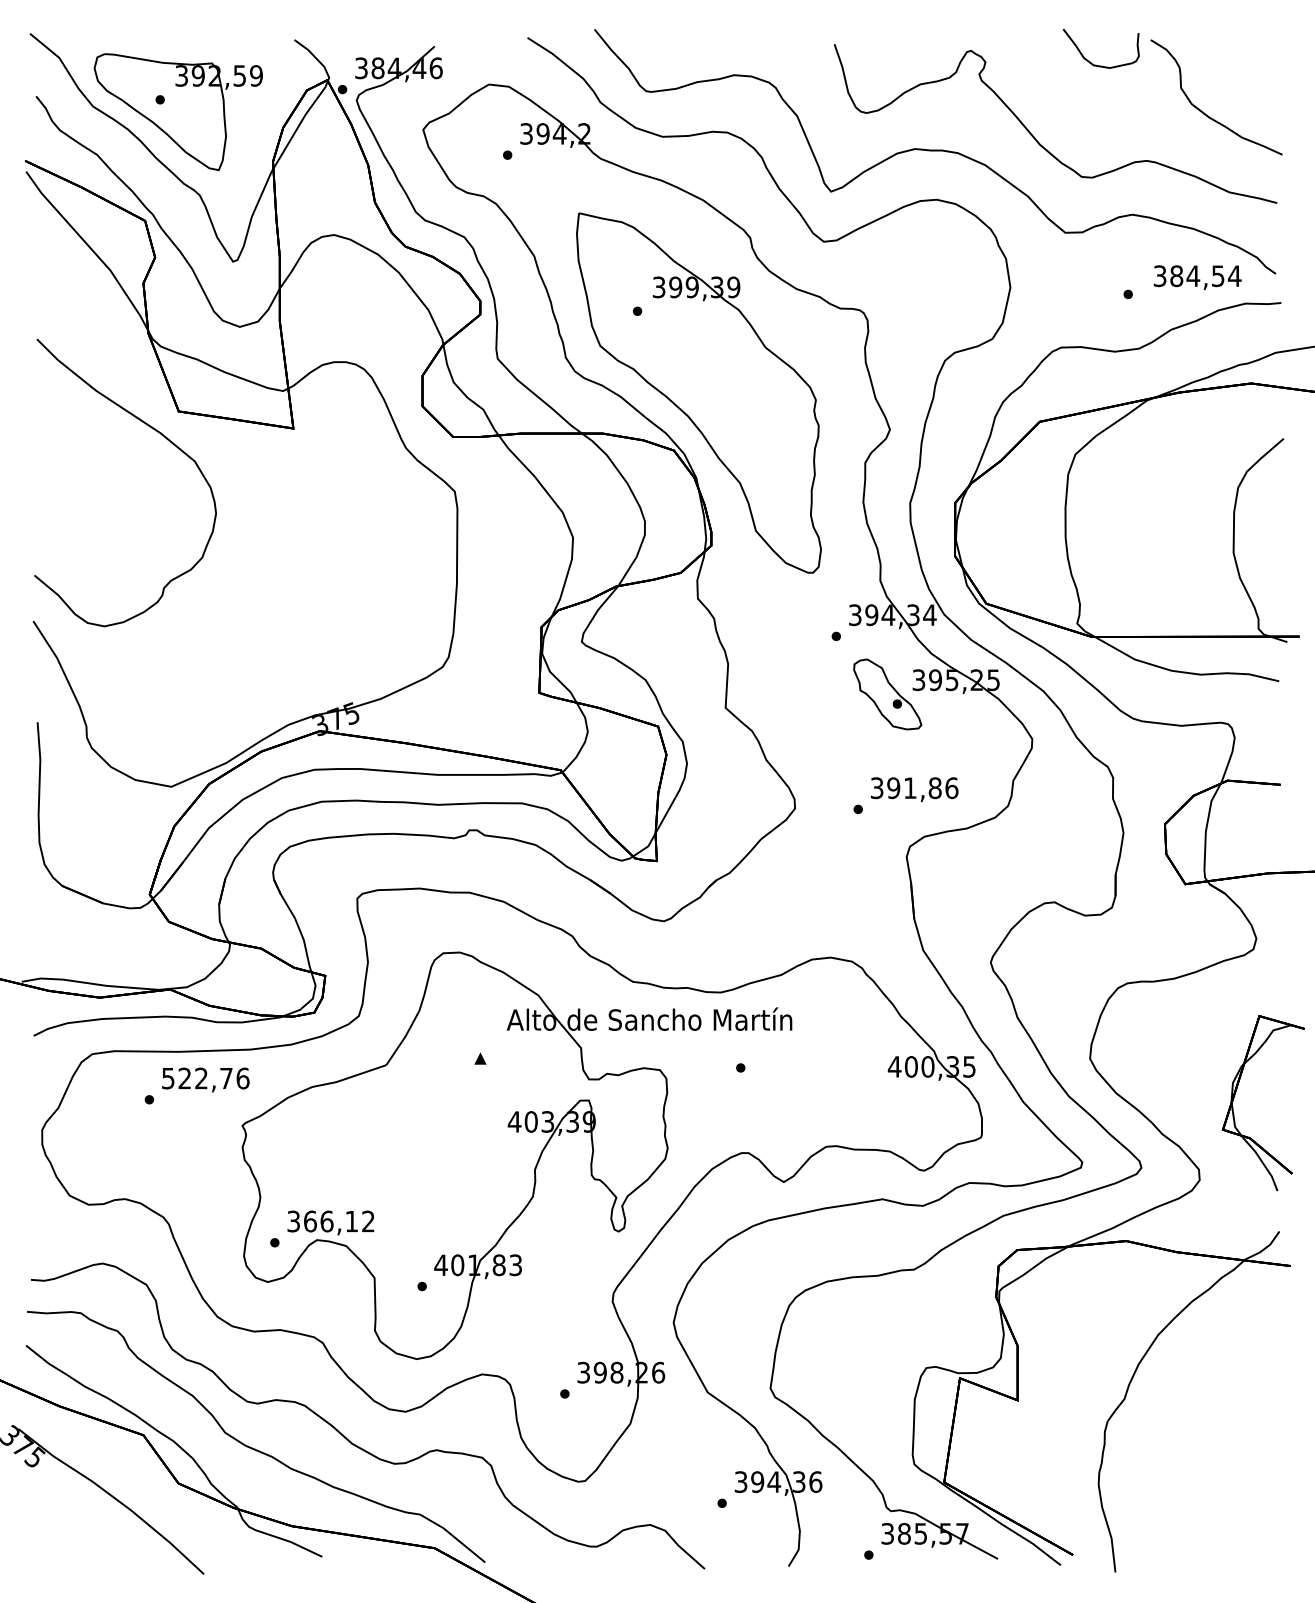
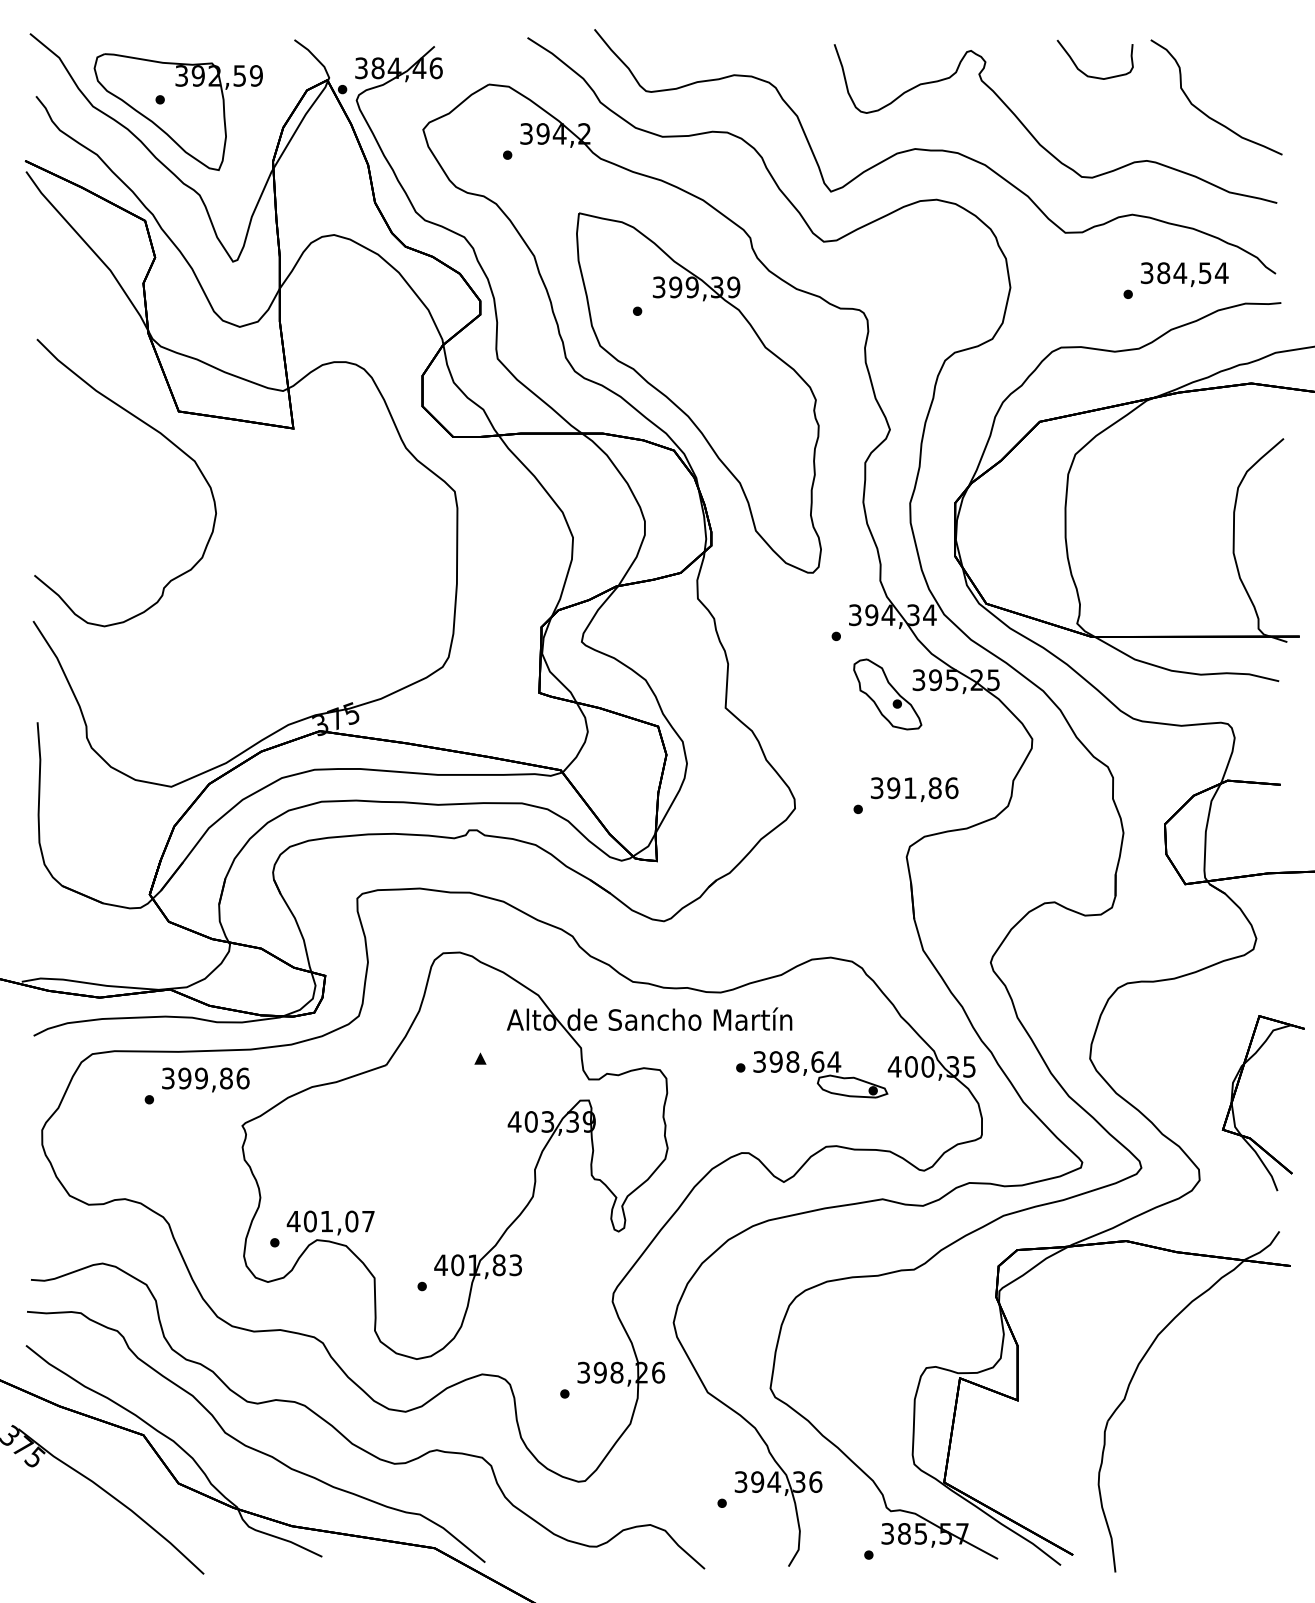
curve at (1090, 61) position: (1090, 61) -> (1084, 72)
text at (1197, 277) position: (1197, 277) -> (1184, 274)
part at (820, 1074): none -> present
text at (197, 1078): 522,76 -> 399,86
text at (330, 1221): 366,12 -> 401,07
